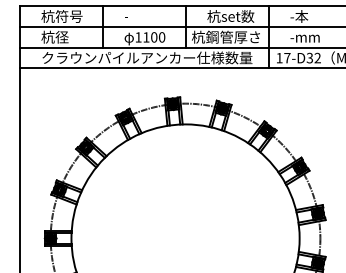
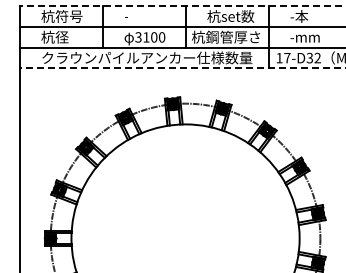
line at (182, 6): solid -> dashed
text at (138, 37): 1100 -> 3100
line at (182, 68): solid -> dashed
